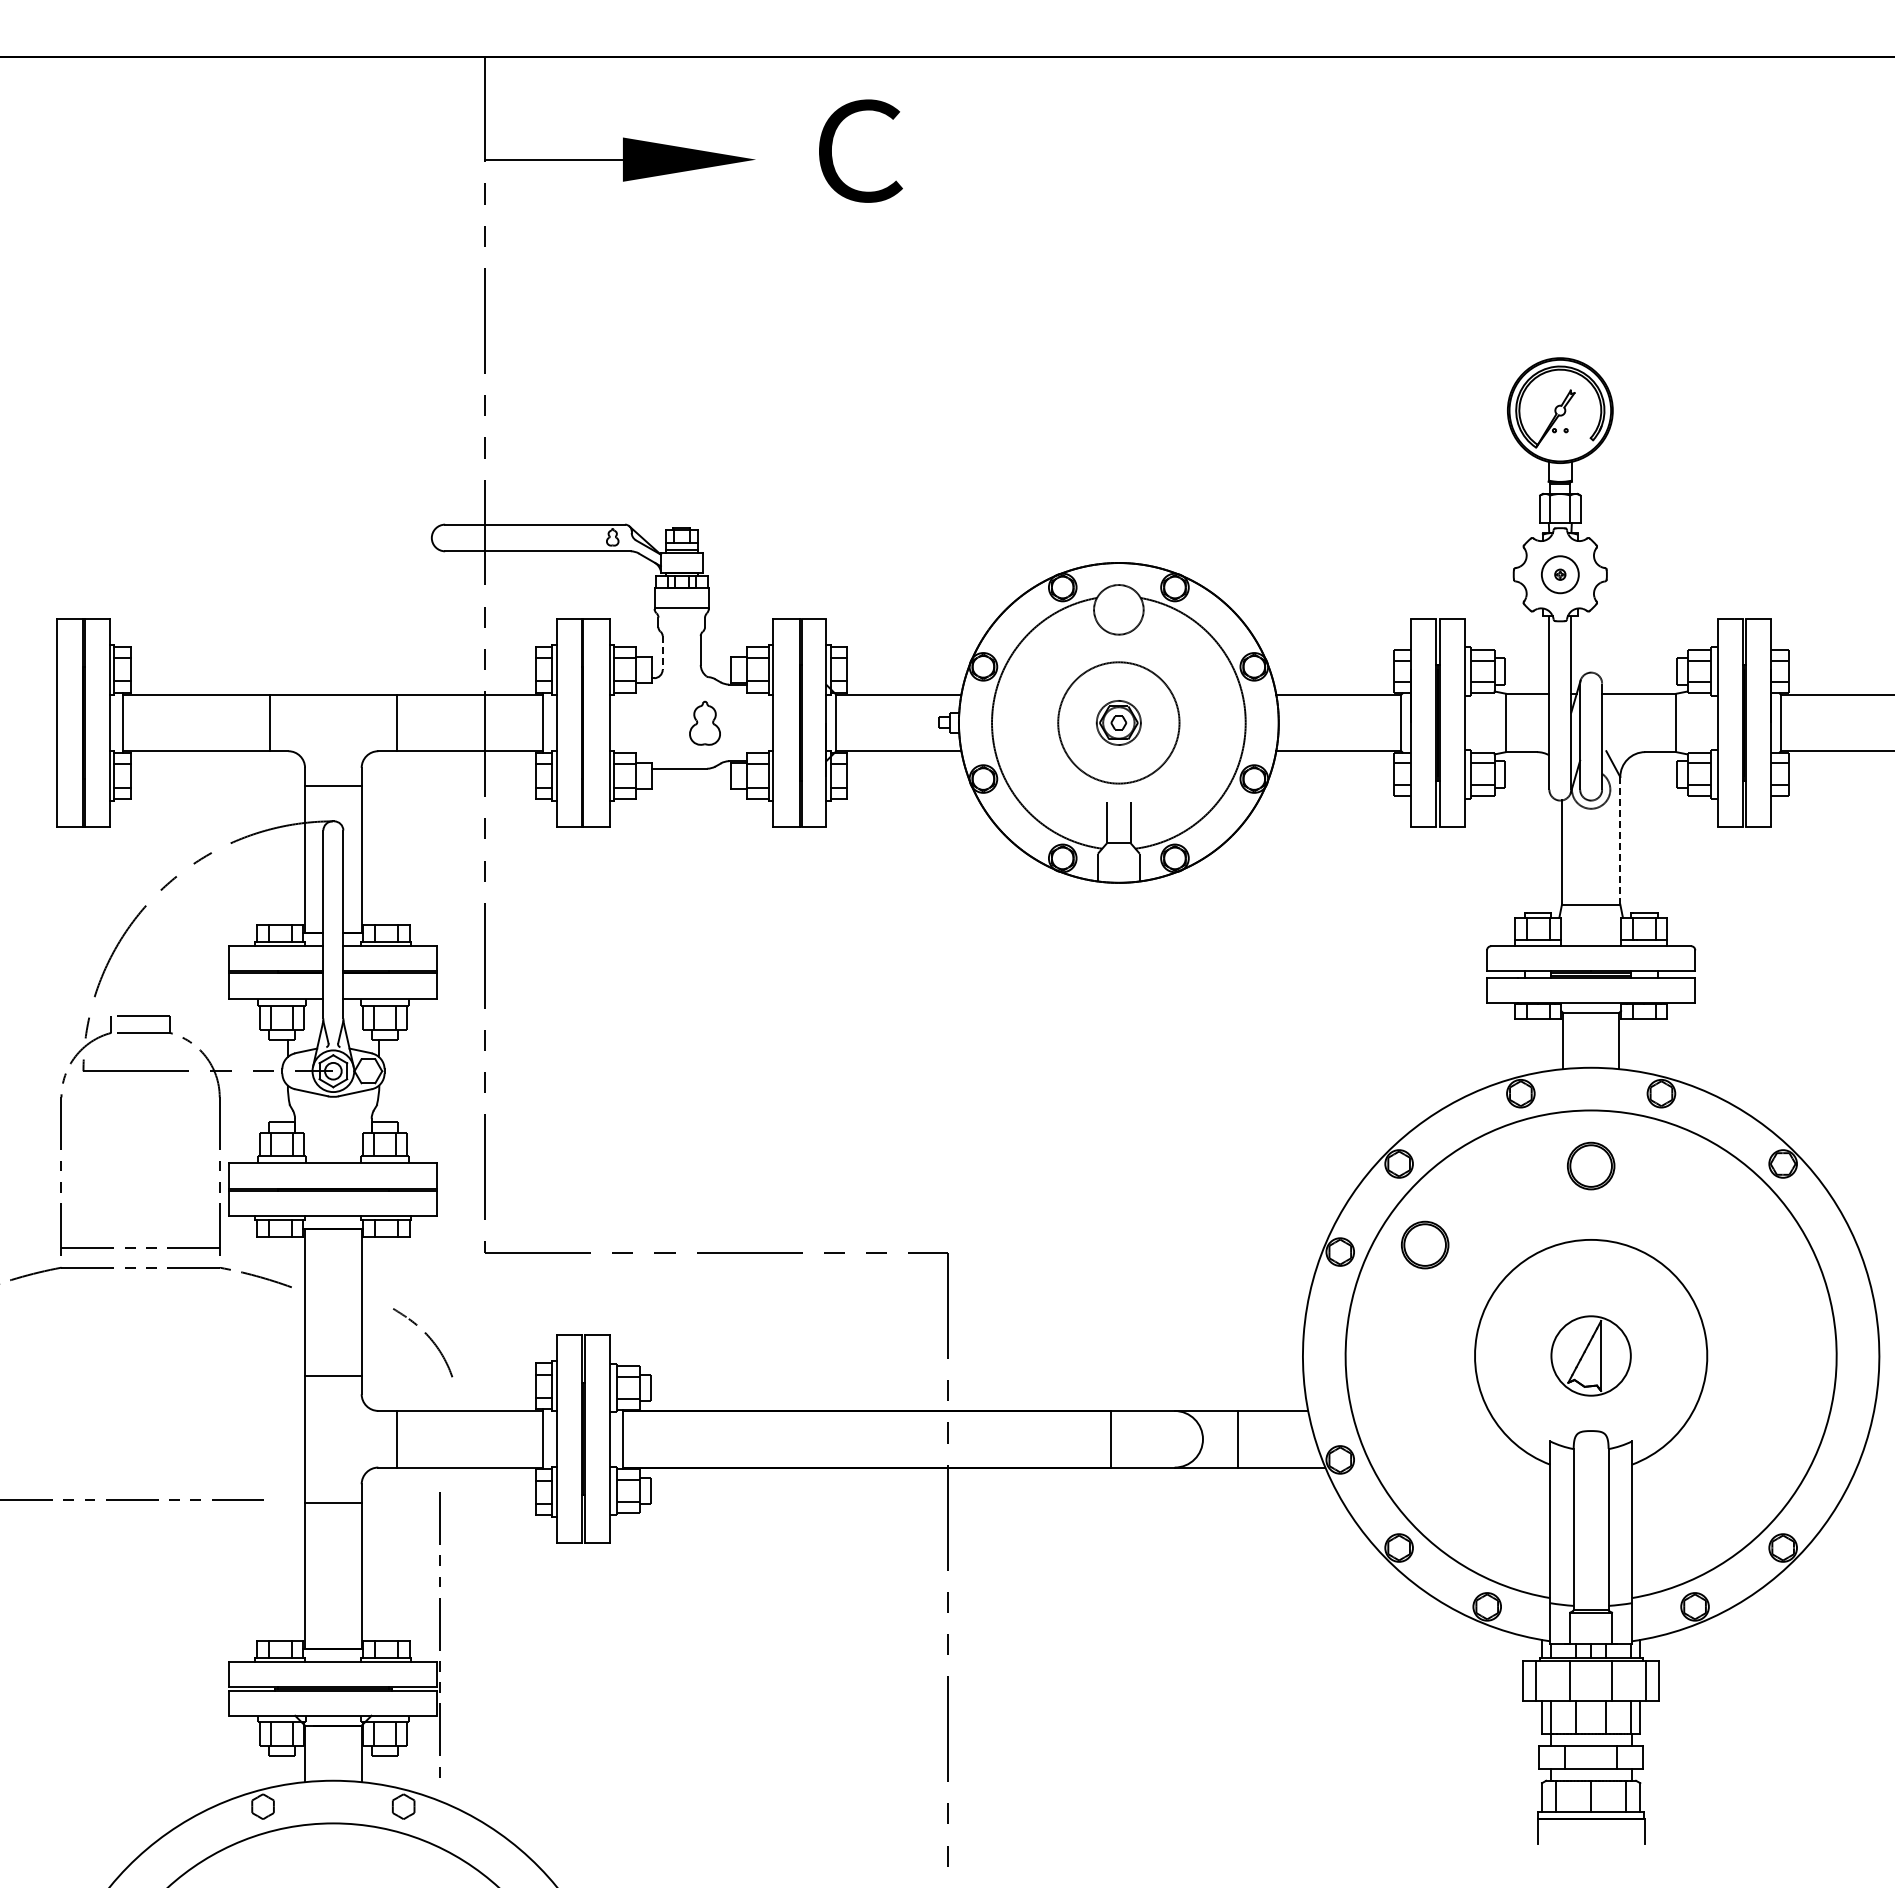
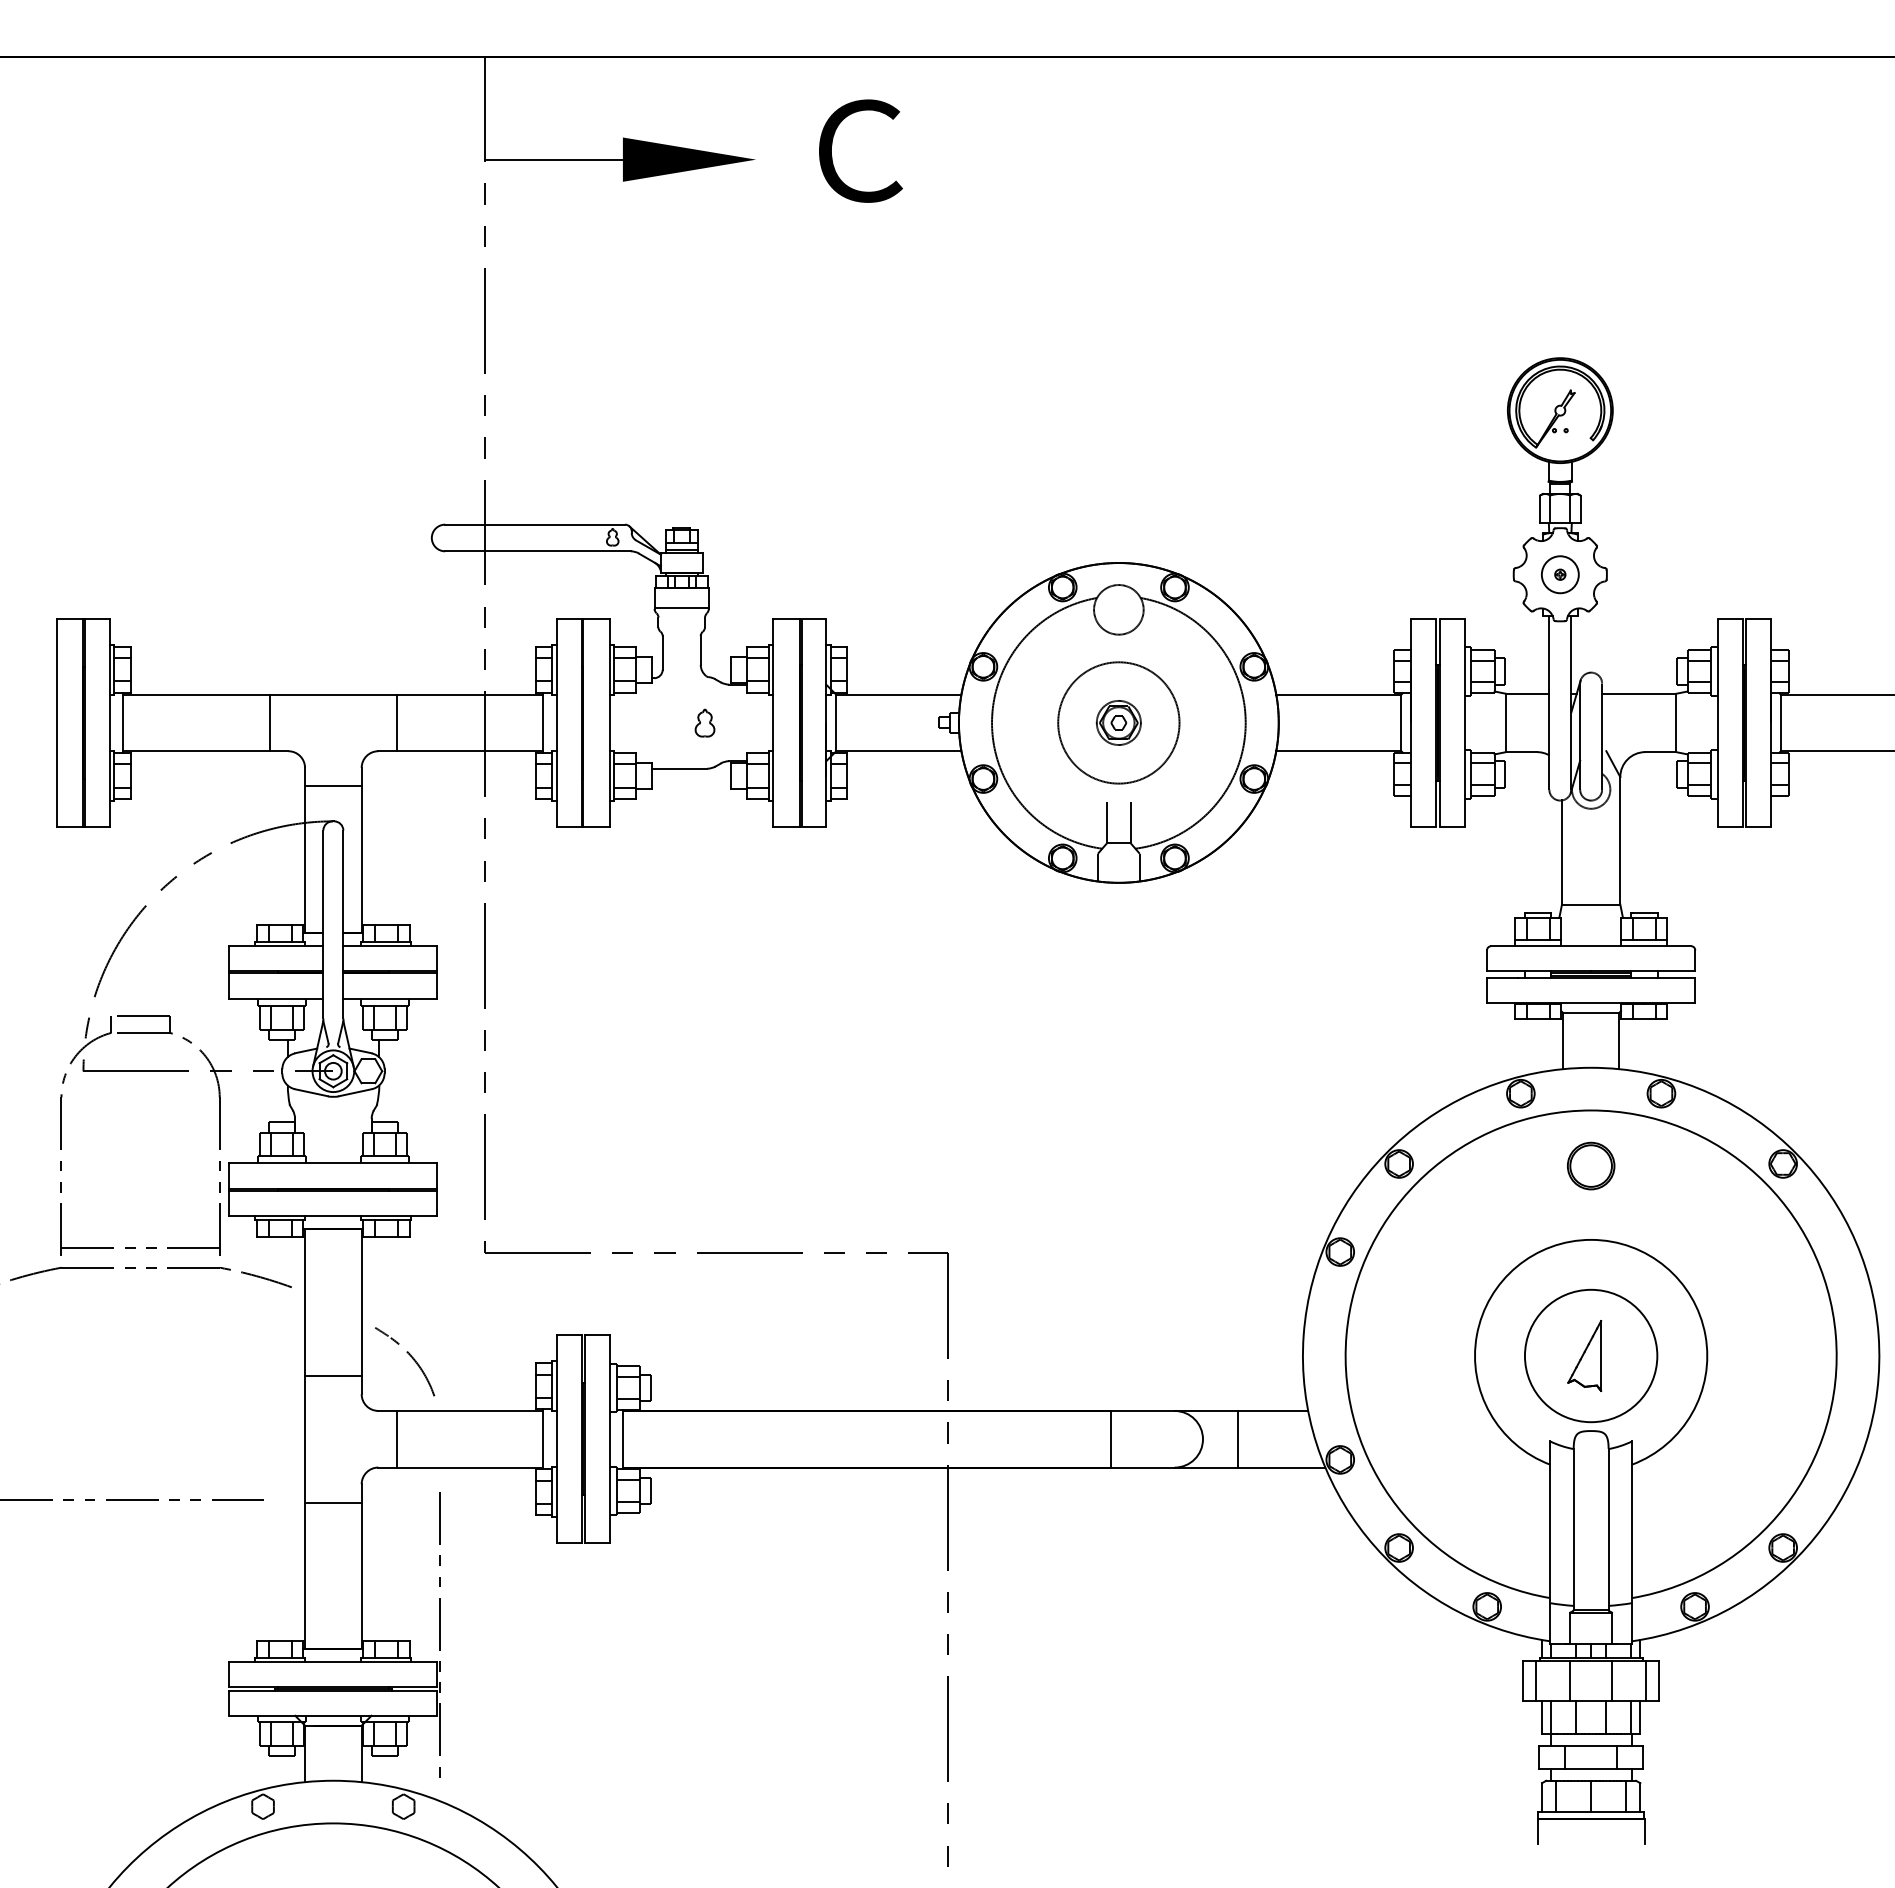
line at (662, 652): dashed -> solid
part at (704, 722) size: 32x46 px -> 22x30 px
line at (1620, 840): dashed -> solid
part at (1425, 1244): present -> none
part at (428, 1337) position: (428, 1337) -> (410, 1356)
circle at (1590, 1355) diameter: 79 px -> 132 px
